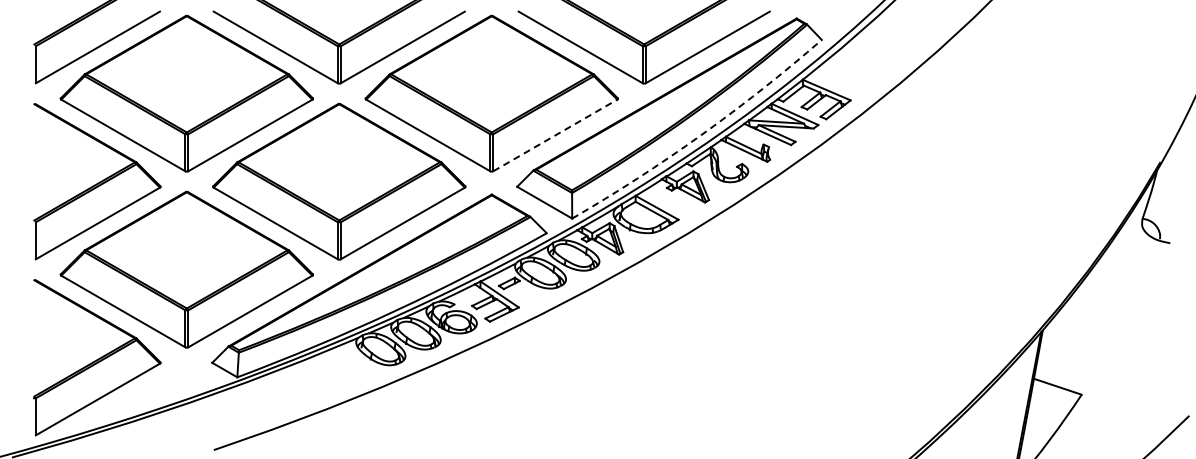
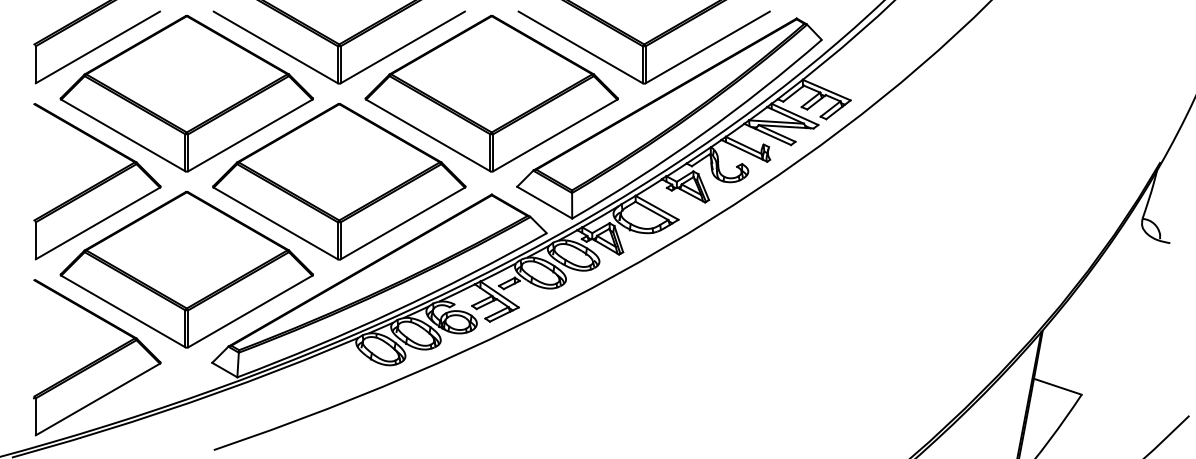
line at (555, 135): dashed -> solid
arc at (701, 135): dashed -> solid
